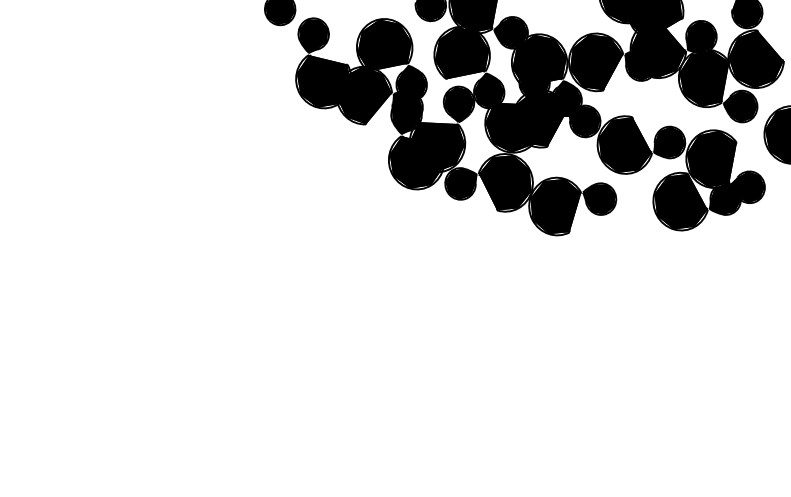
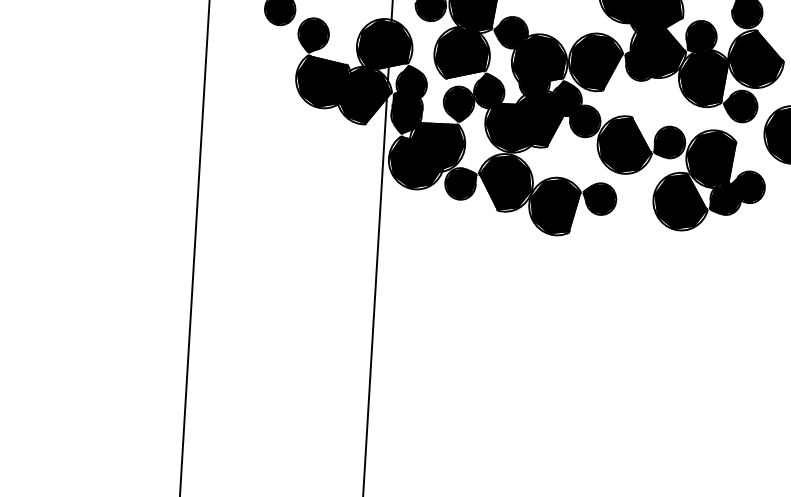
line at (194, 247): none -> present
line at (377, 247): none -> present
